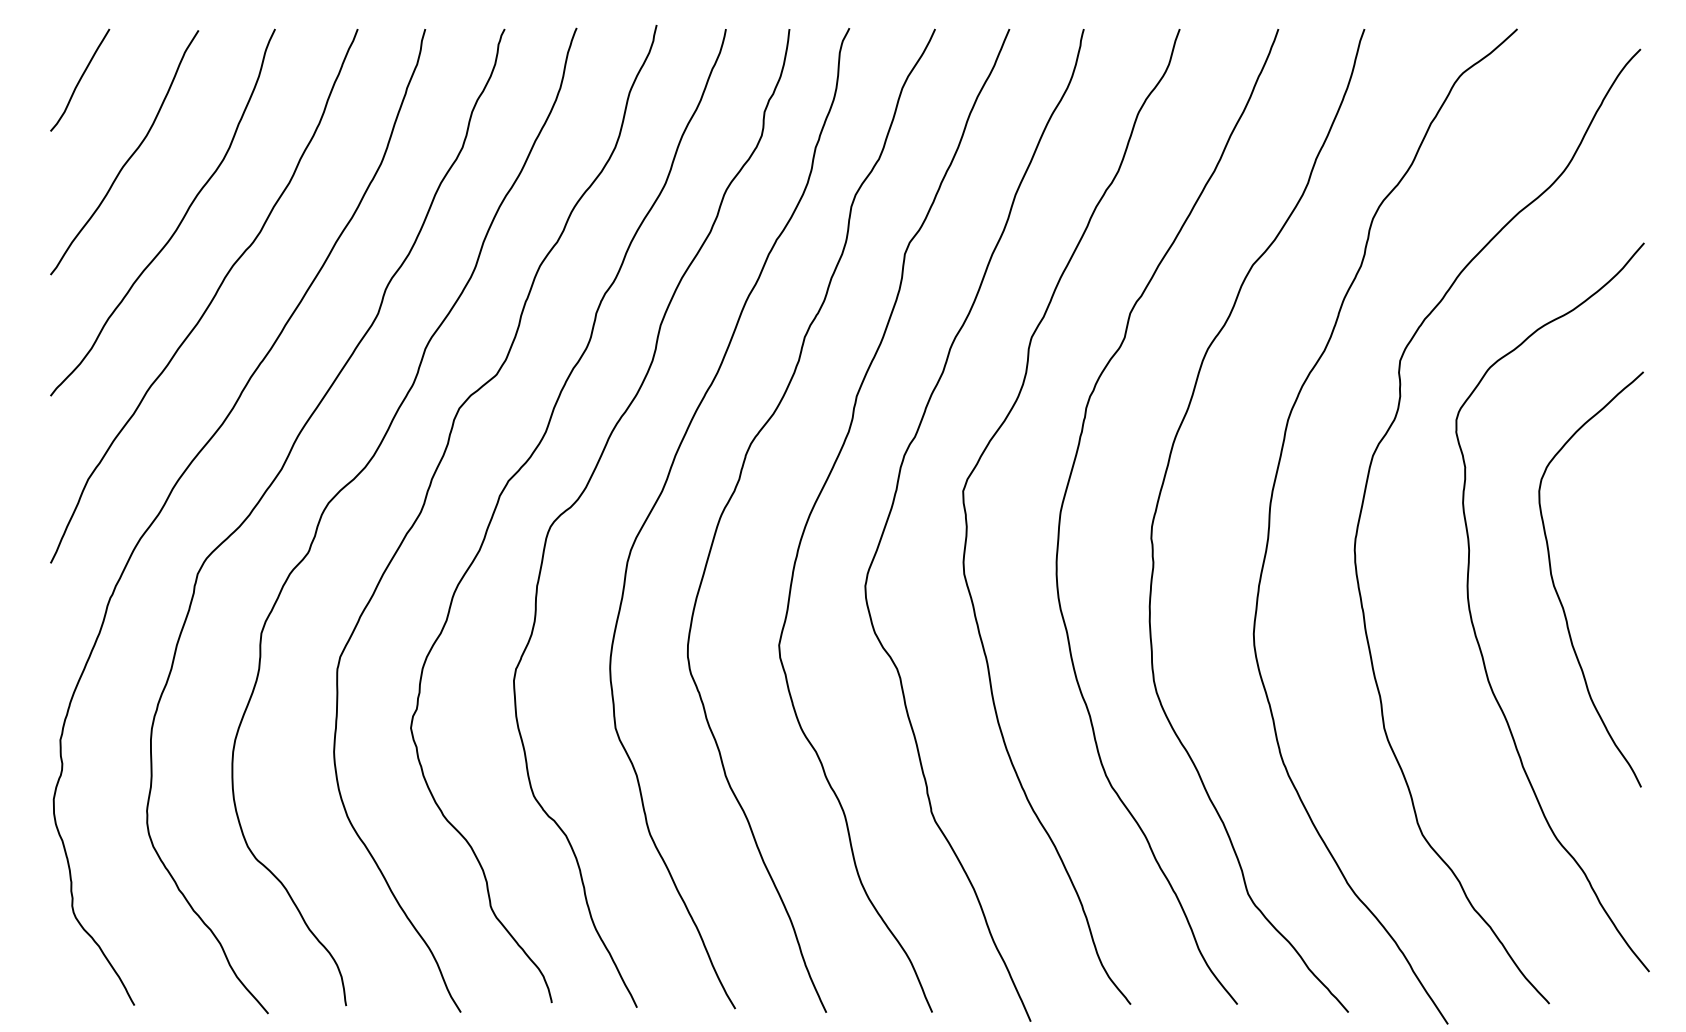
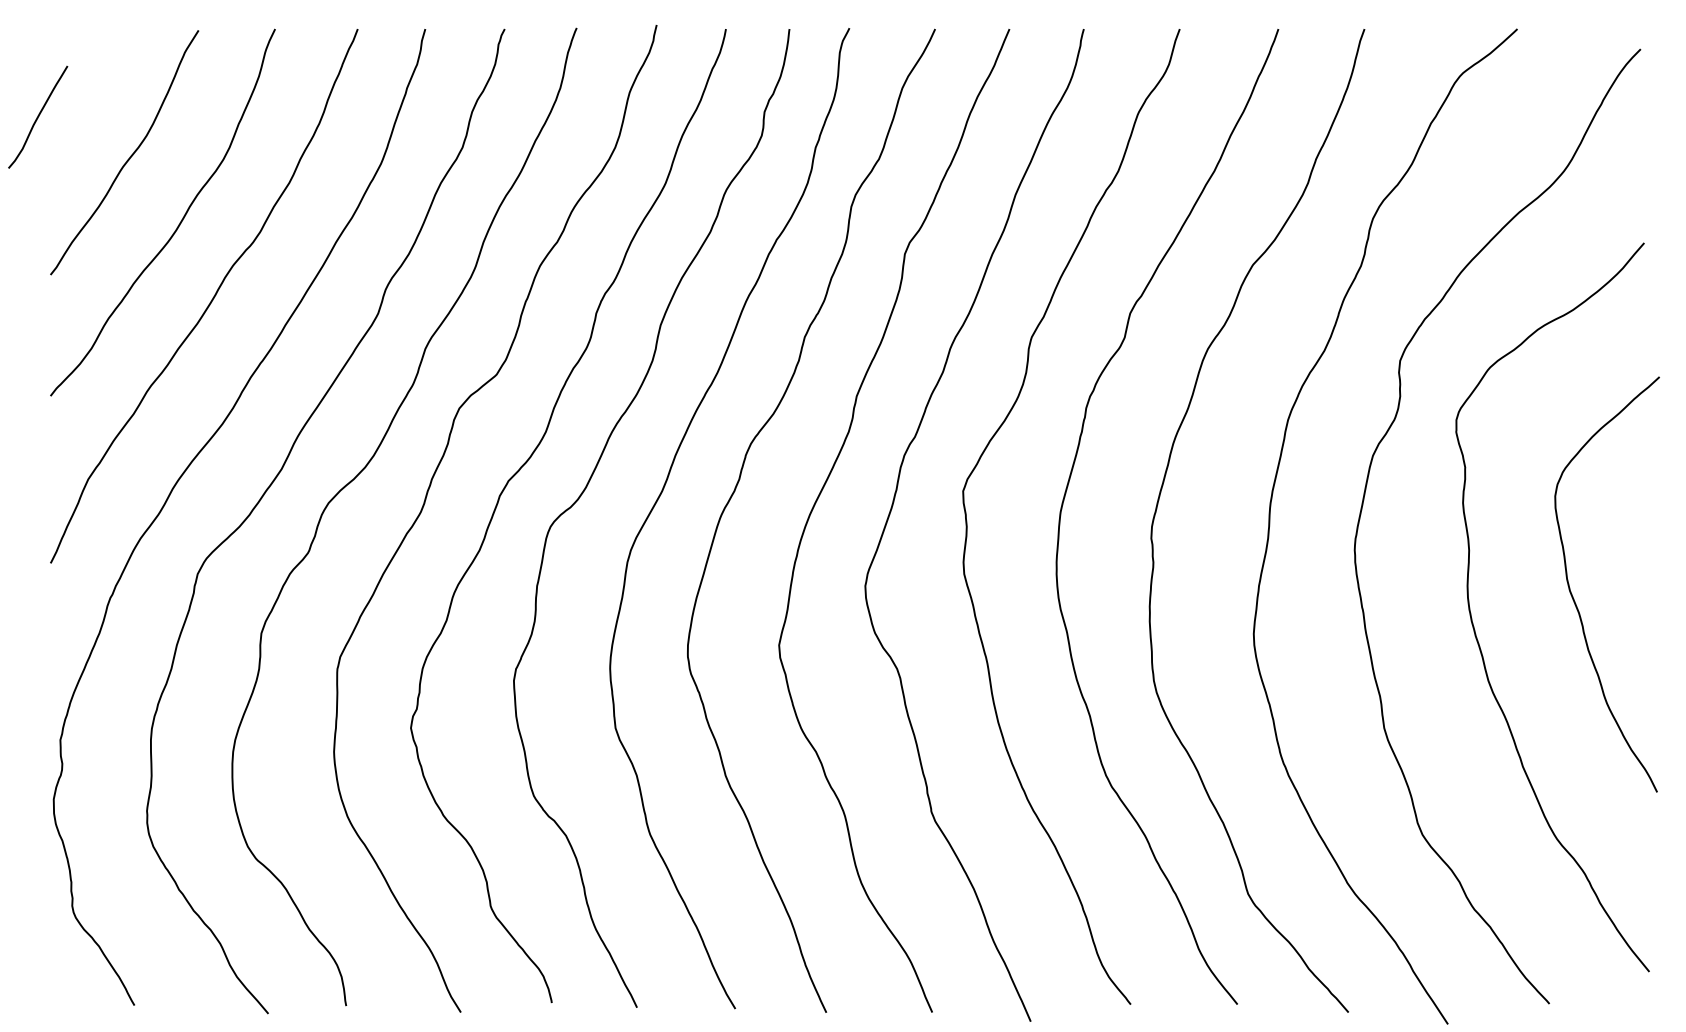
curve at (80, 79) position: (80, 79) -> (38, 116)
curve at (1558, 593) position: (1558, 593) -> (1574, 598)
